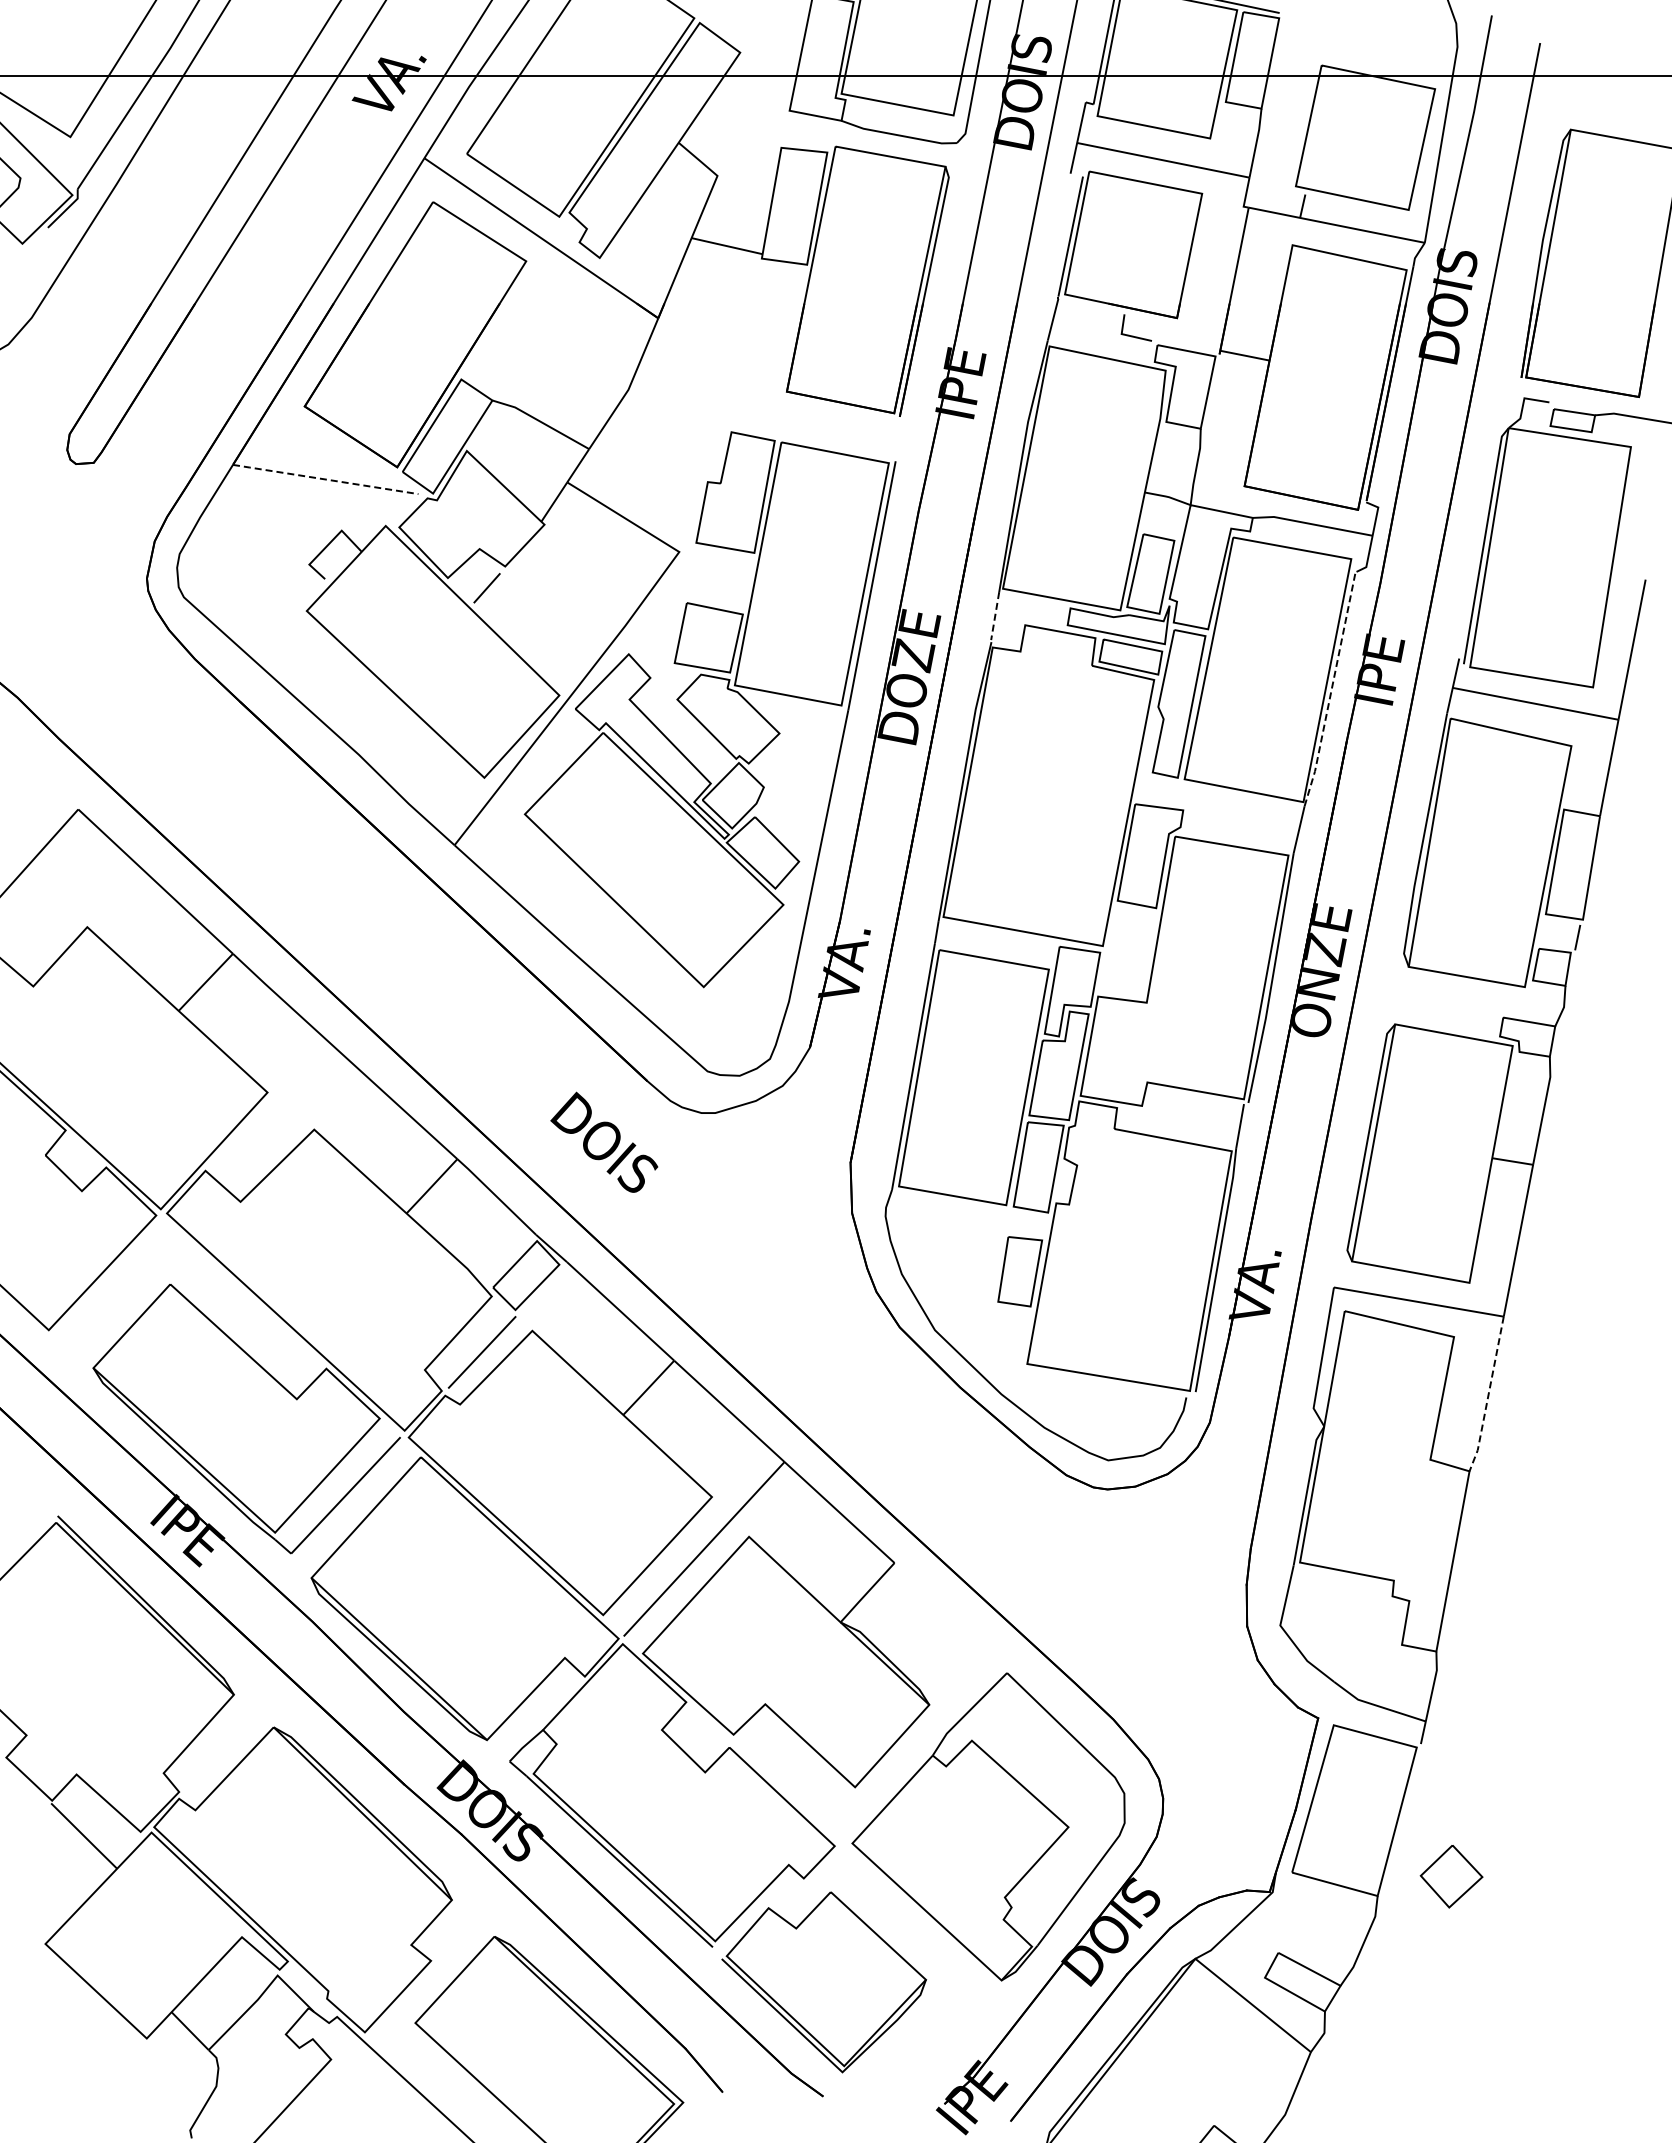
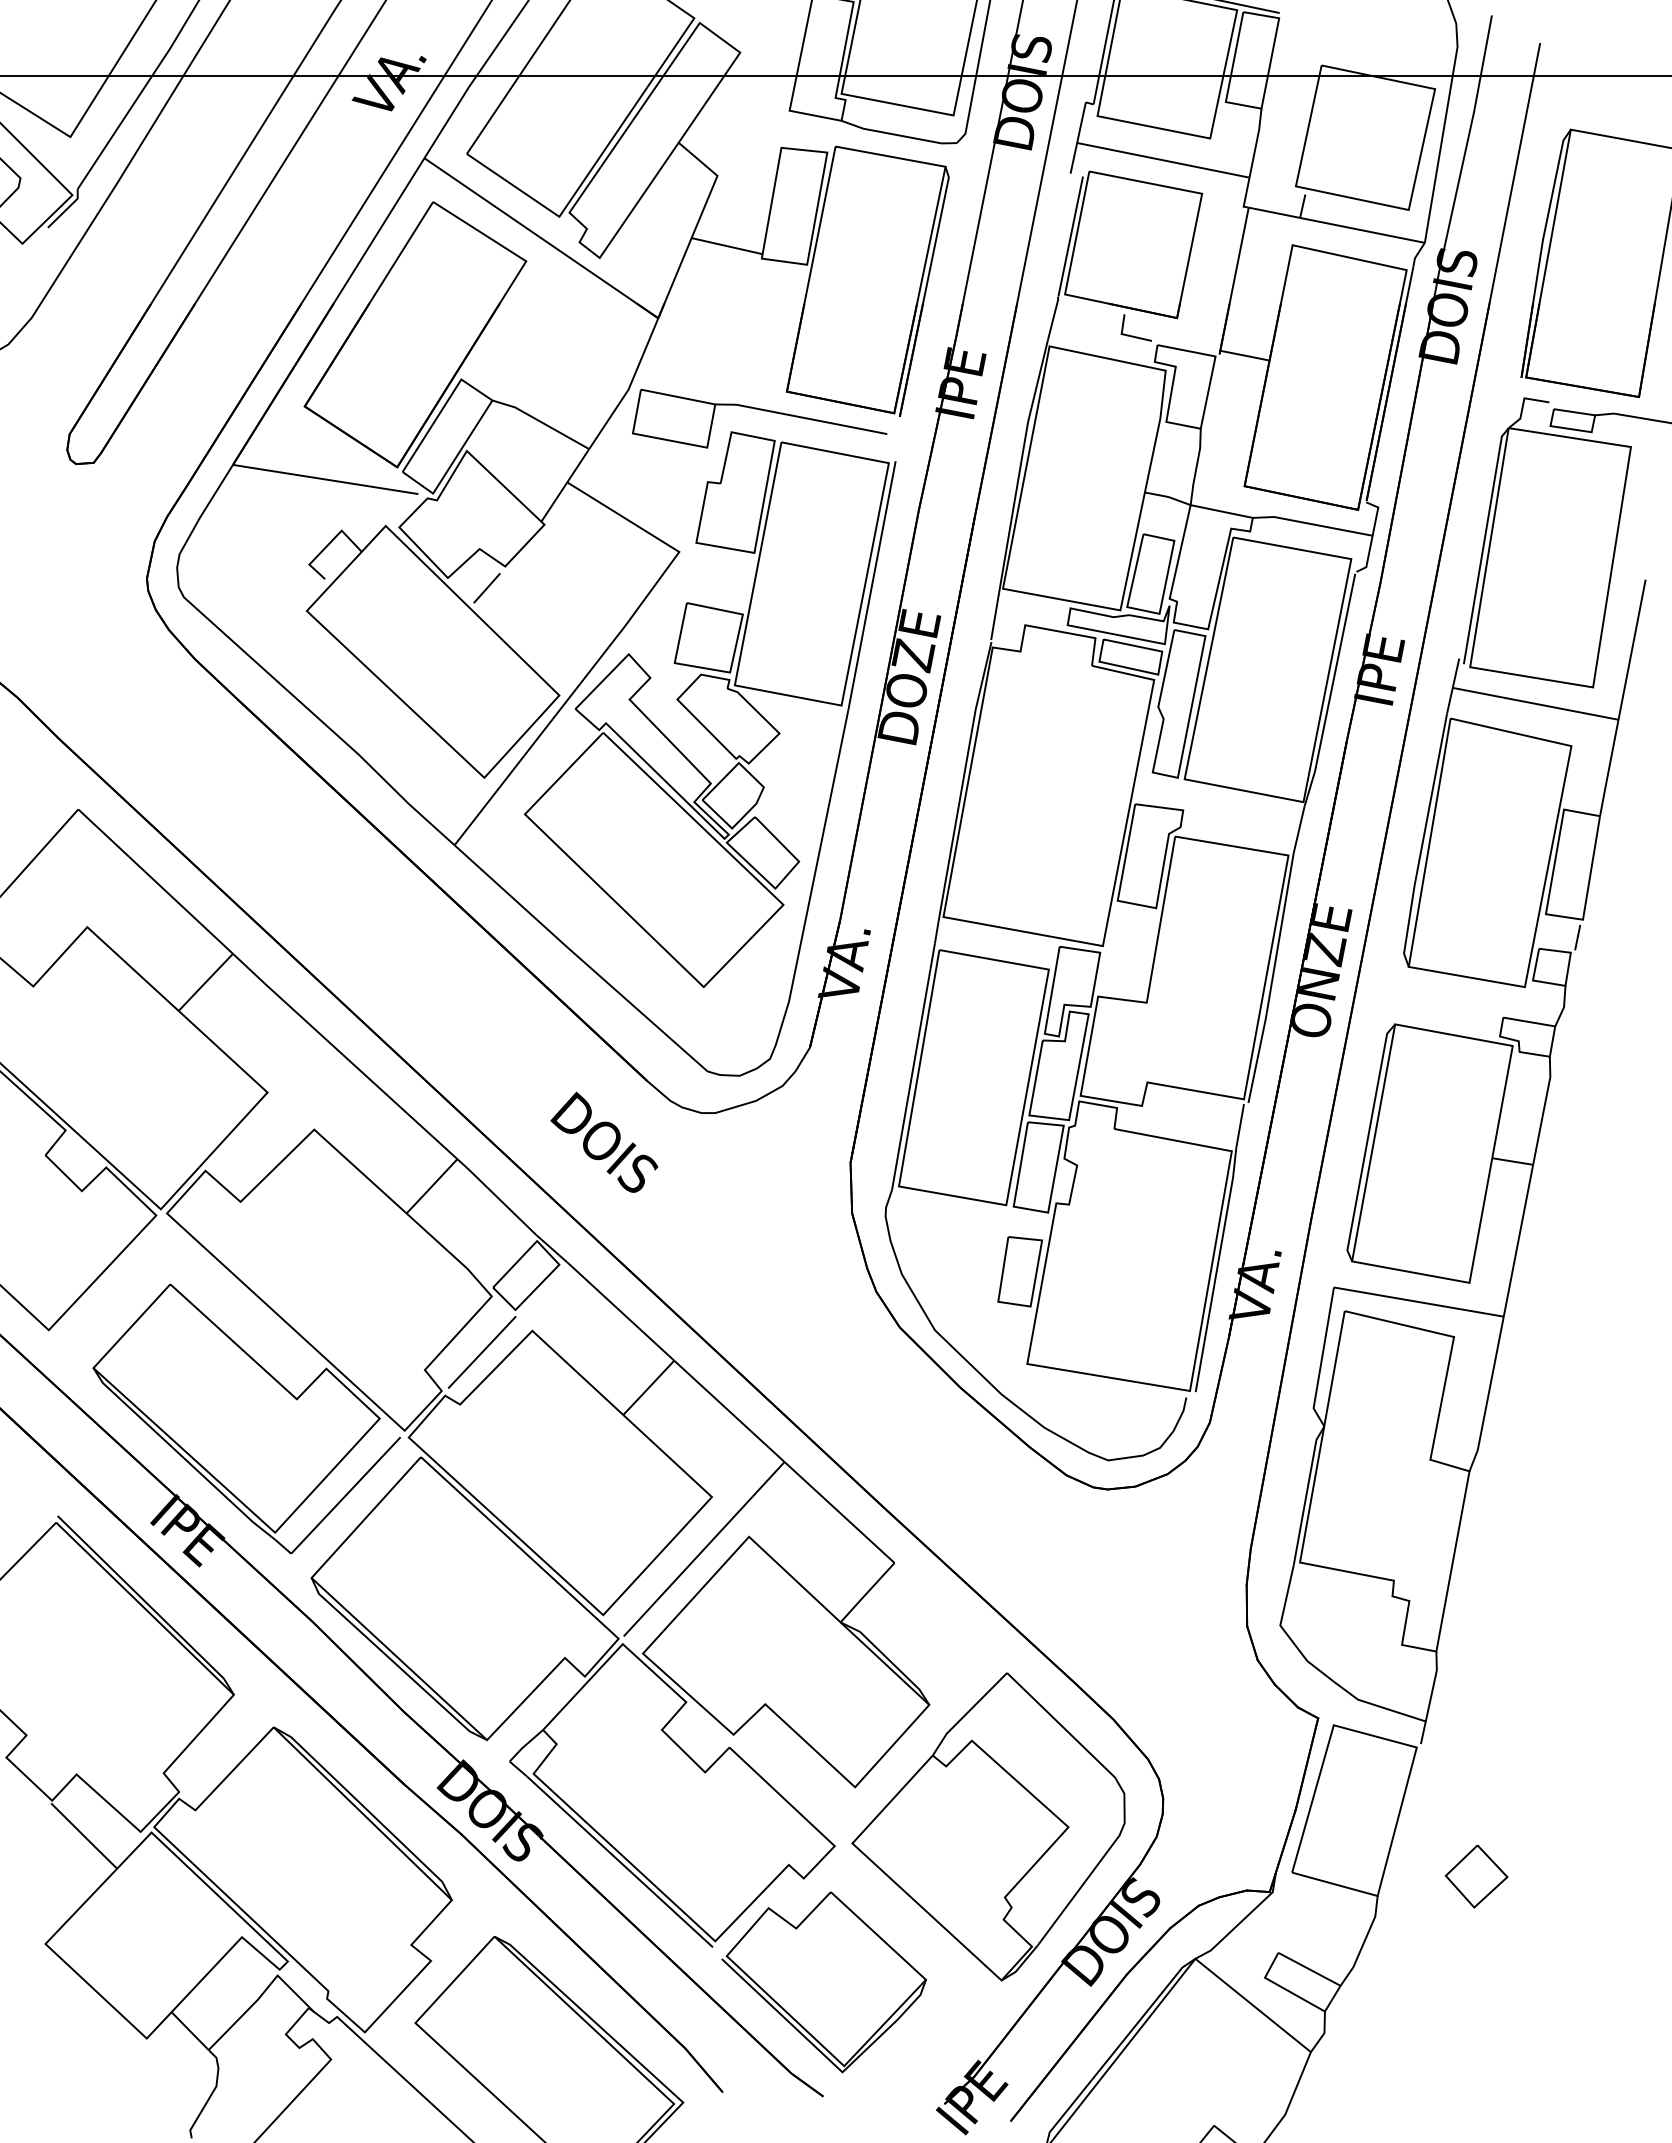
part at (759, 410): none -> present
line at (324, 479): dashed -> solid
line at (995, 616): dashed -> solid
line at (1331, 691): dashed -> solid
line at (1488, 1395): dashed -> solid
part at (1451, 1876) position: (1451, 1876) -> (1476, 1876)
